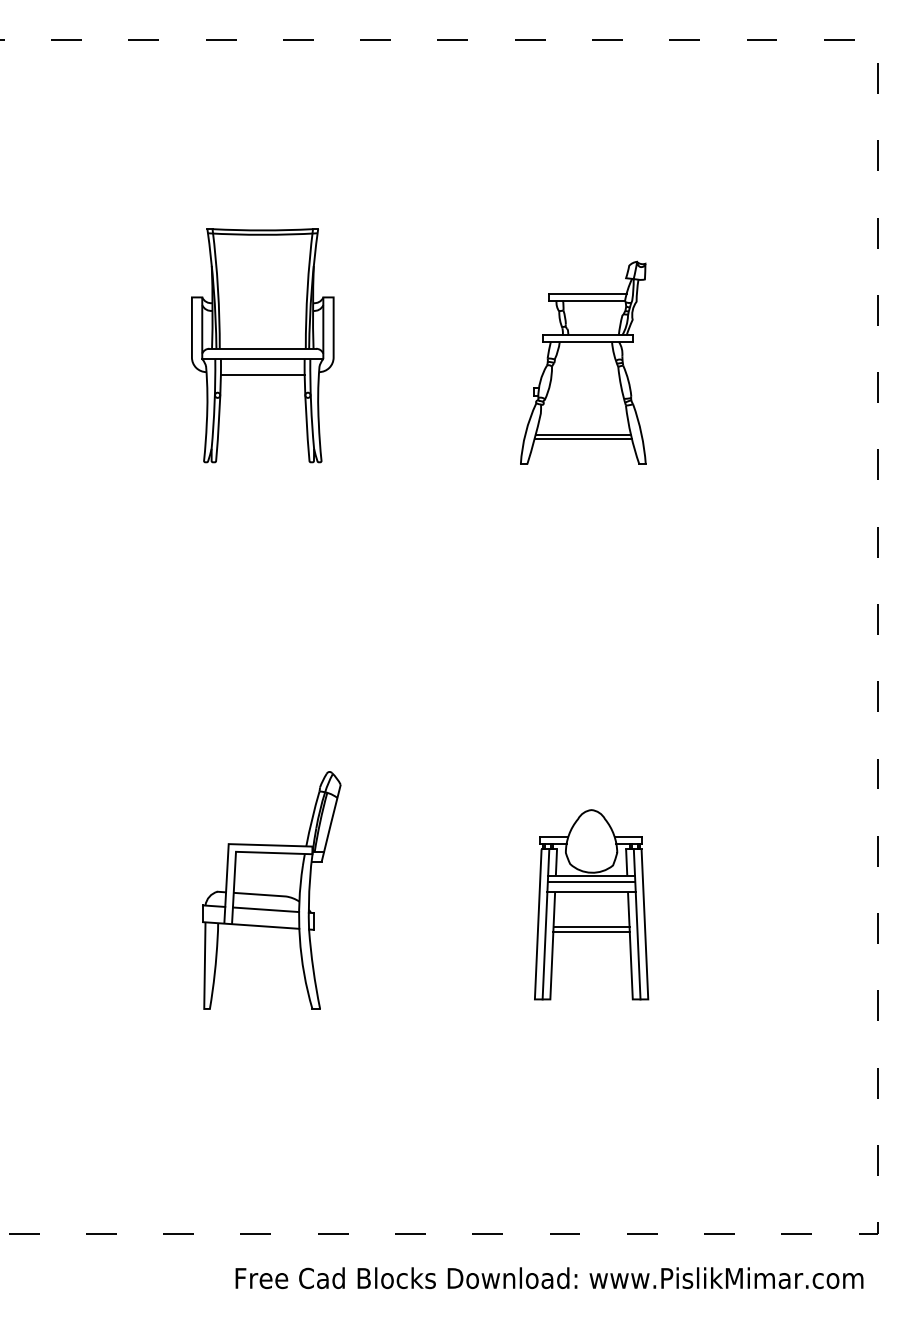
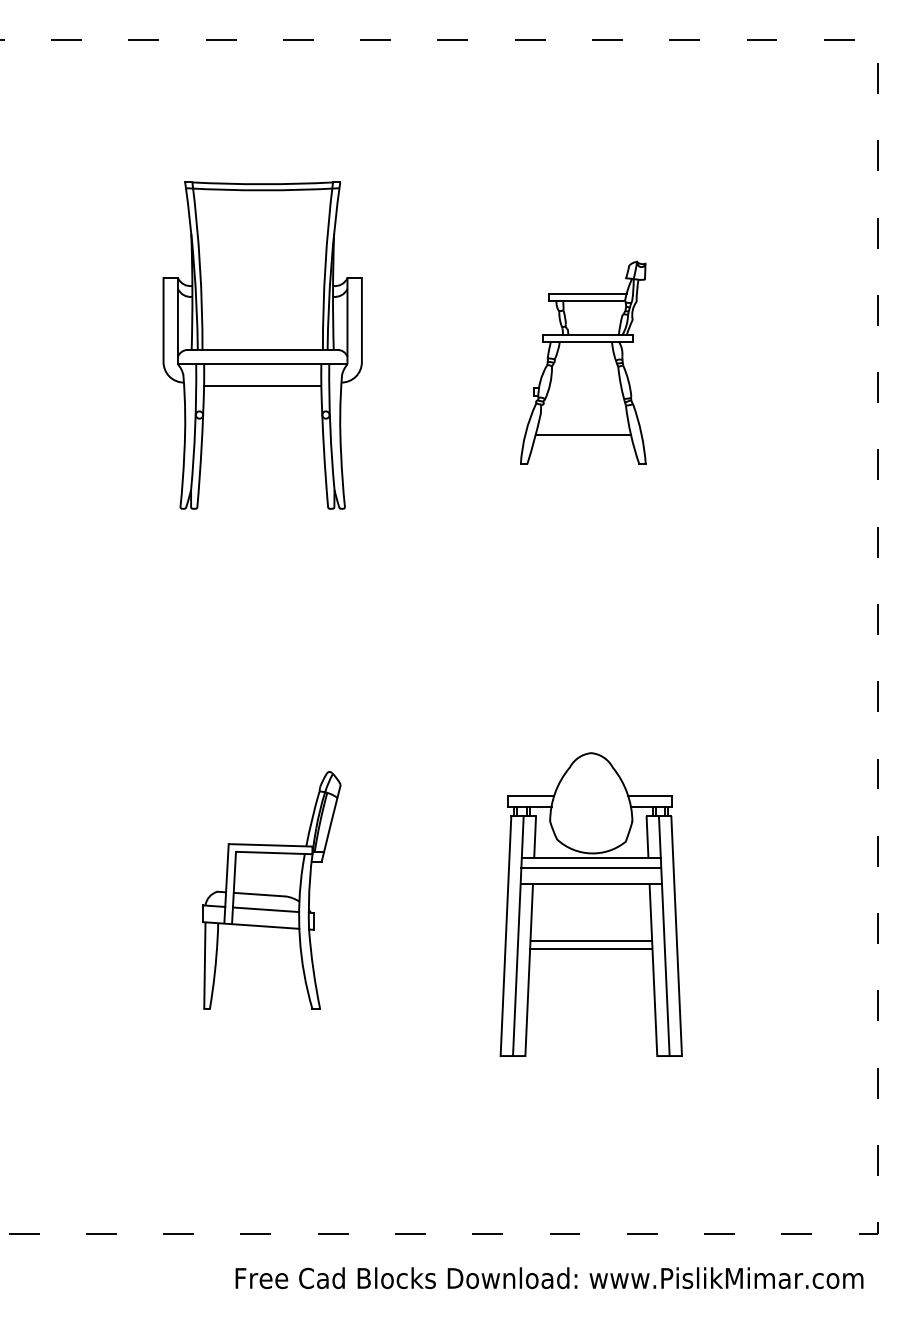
part at (262, 345) size: 144x236 px -> 201x329 px
line at (582, 438): present -> none
part at (591, 904) size: 116x192 px -> 184x305 px
